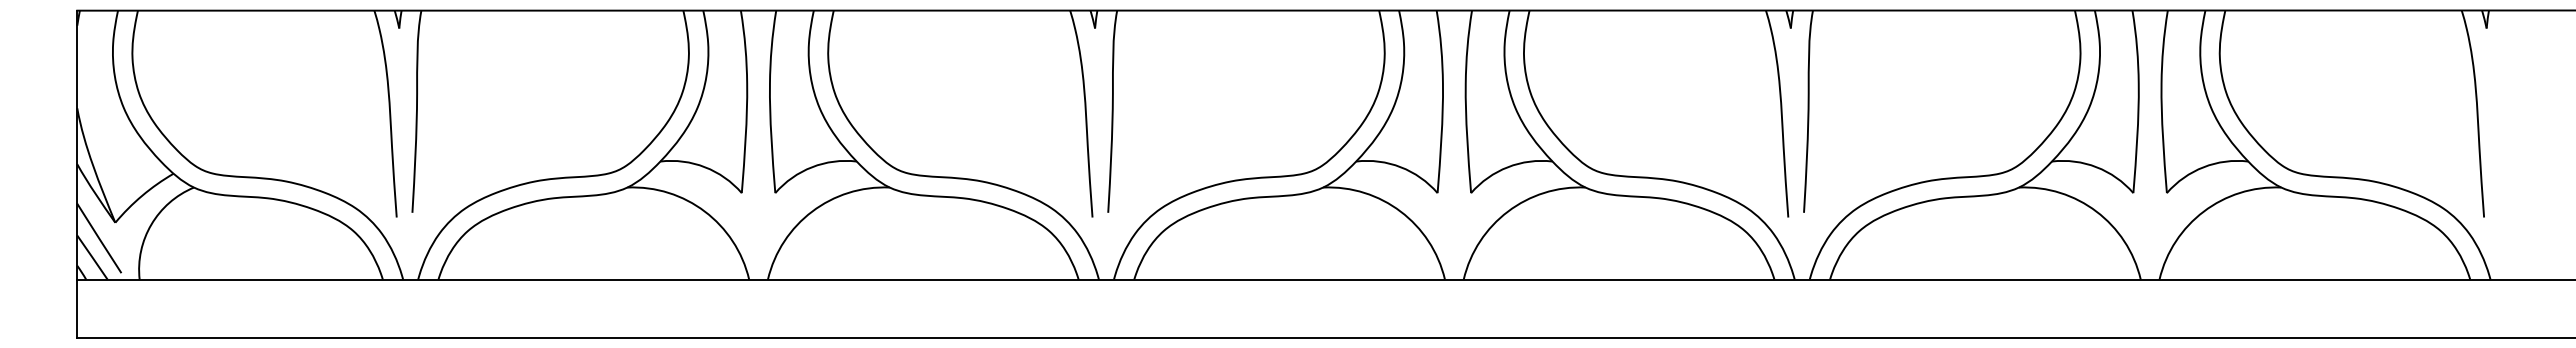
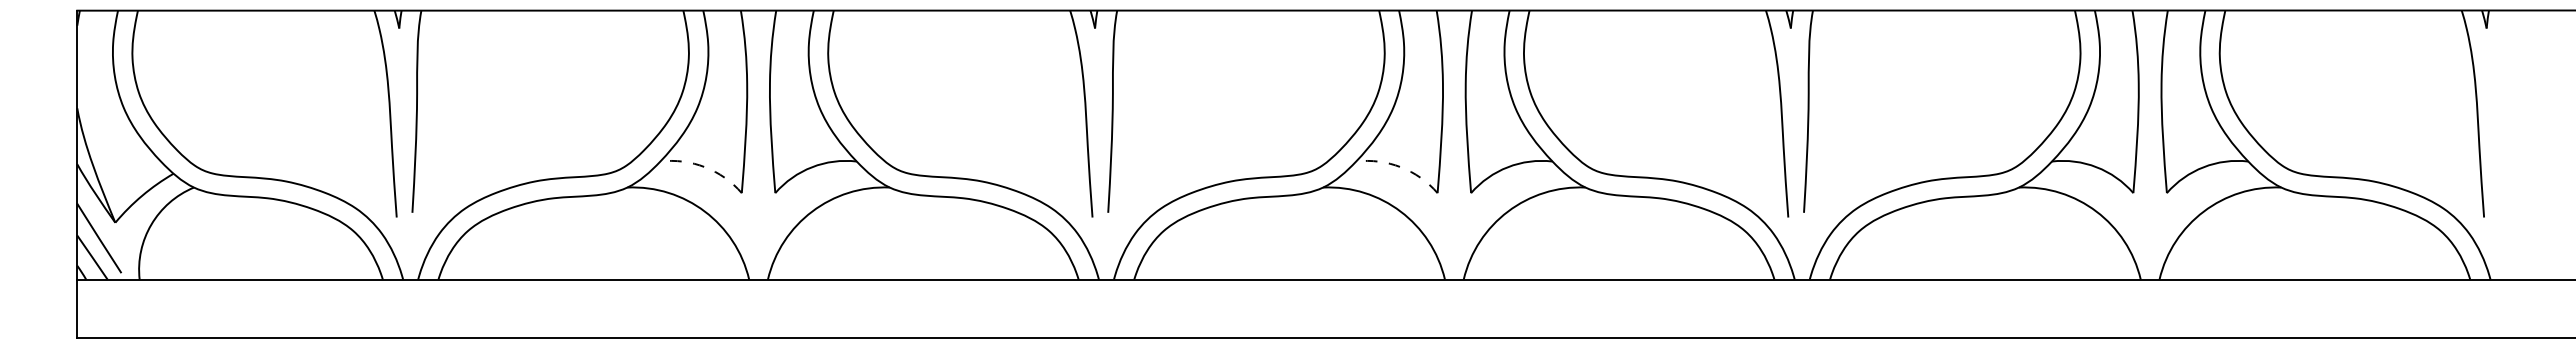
arc at (705, 167): solid -> dashed
arc at (1400, 167): solid -> dashed
